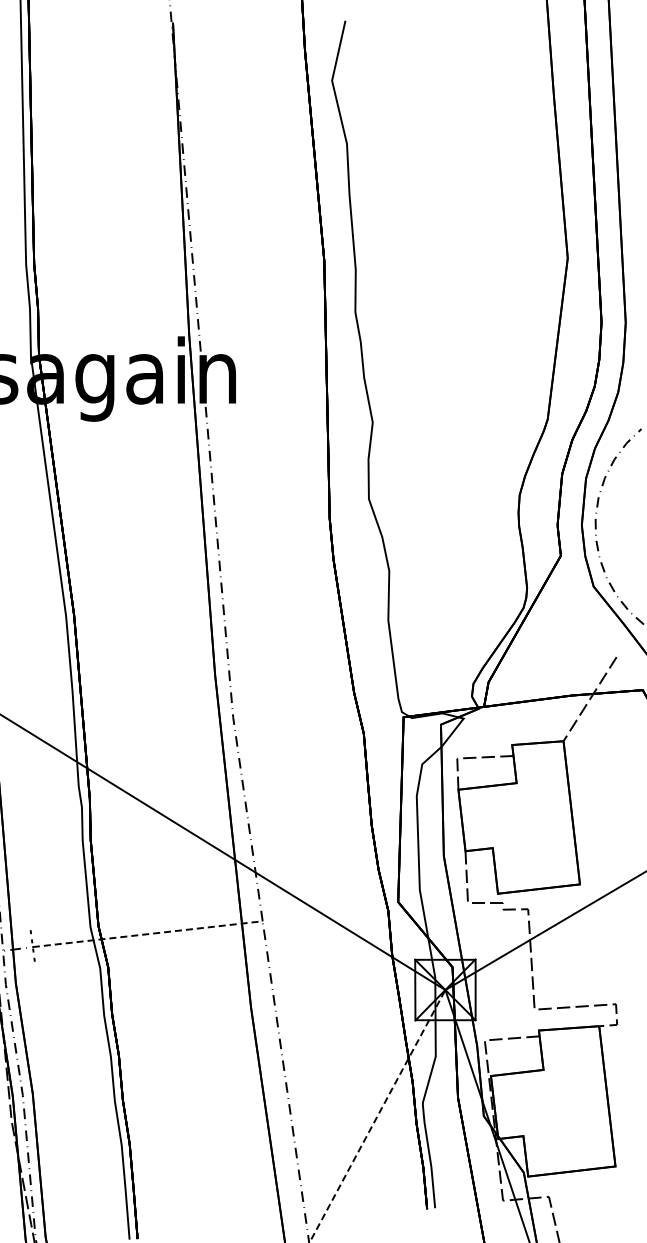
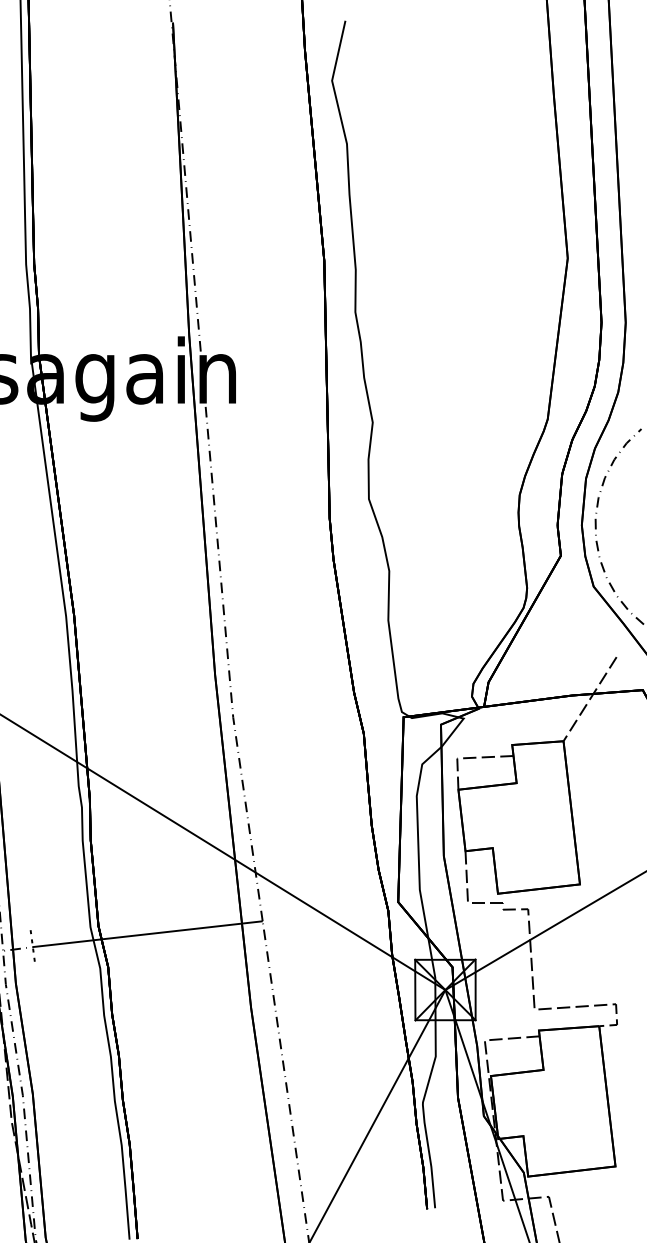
line at (147, 934): dashed -> solid
line at (377, 1115): dashed -> solid
